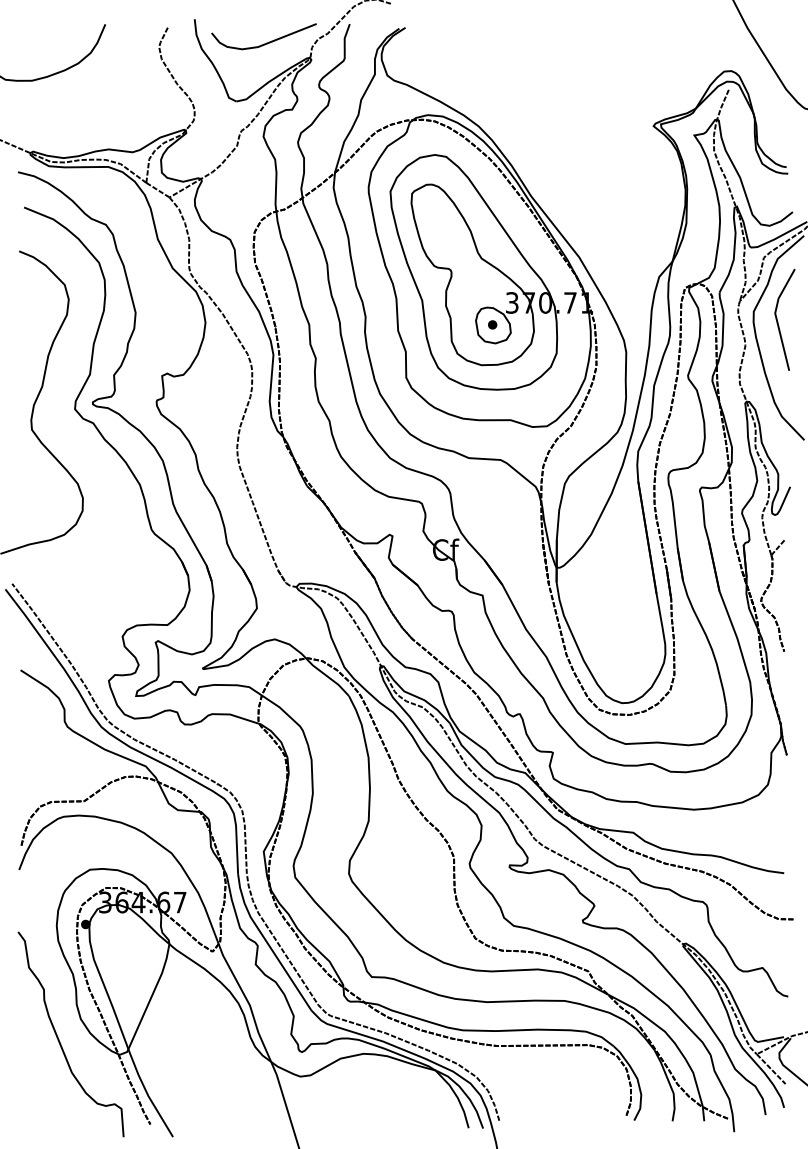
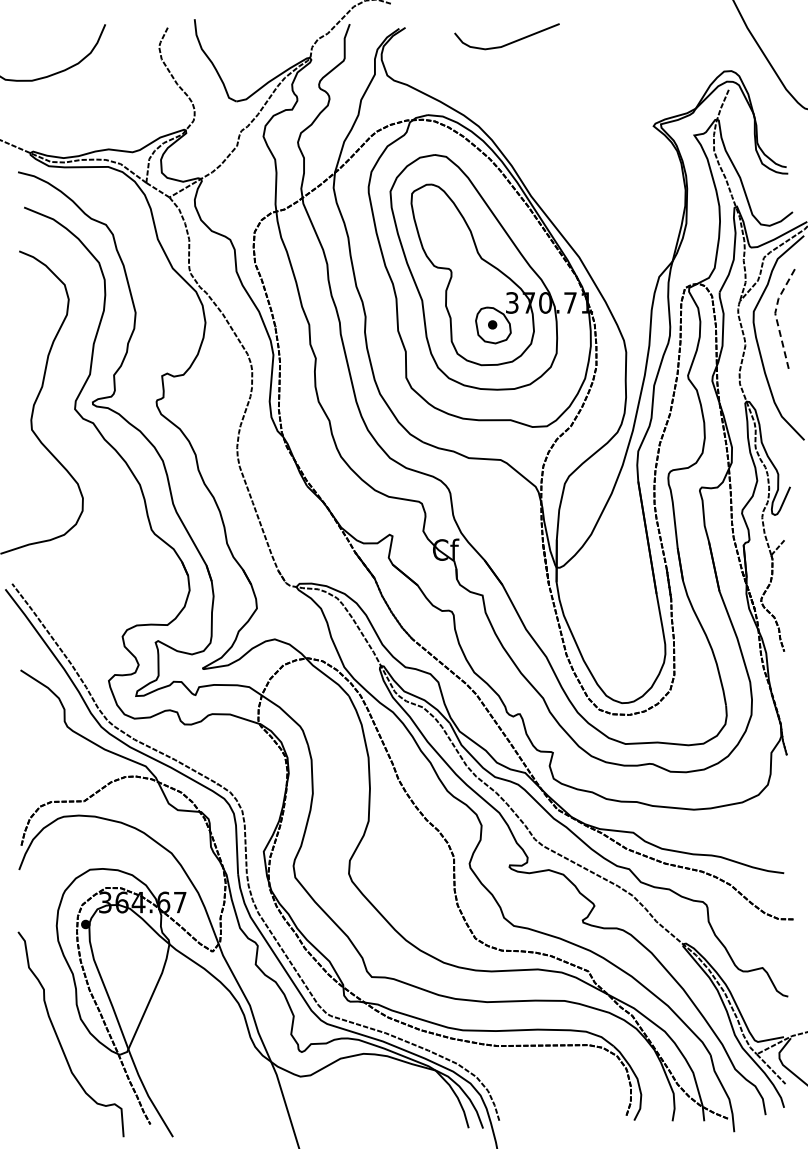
curve at (266, 42) position: (266, 42) -> (509, 42)
line at (776, 317): solid -> dashed
